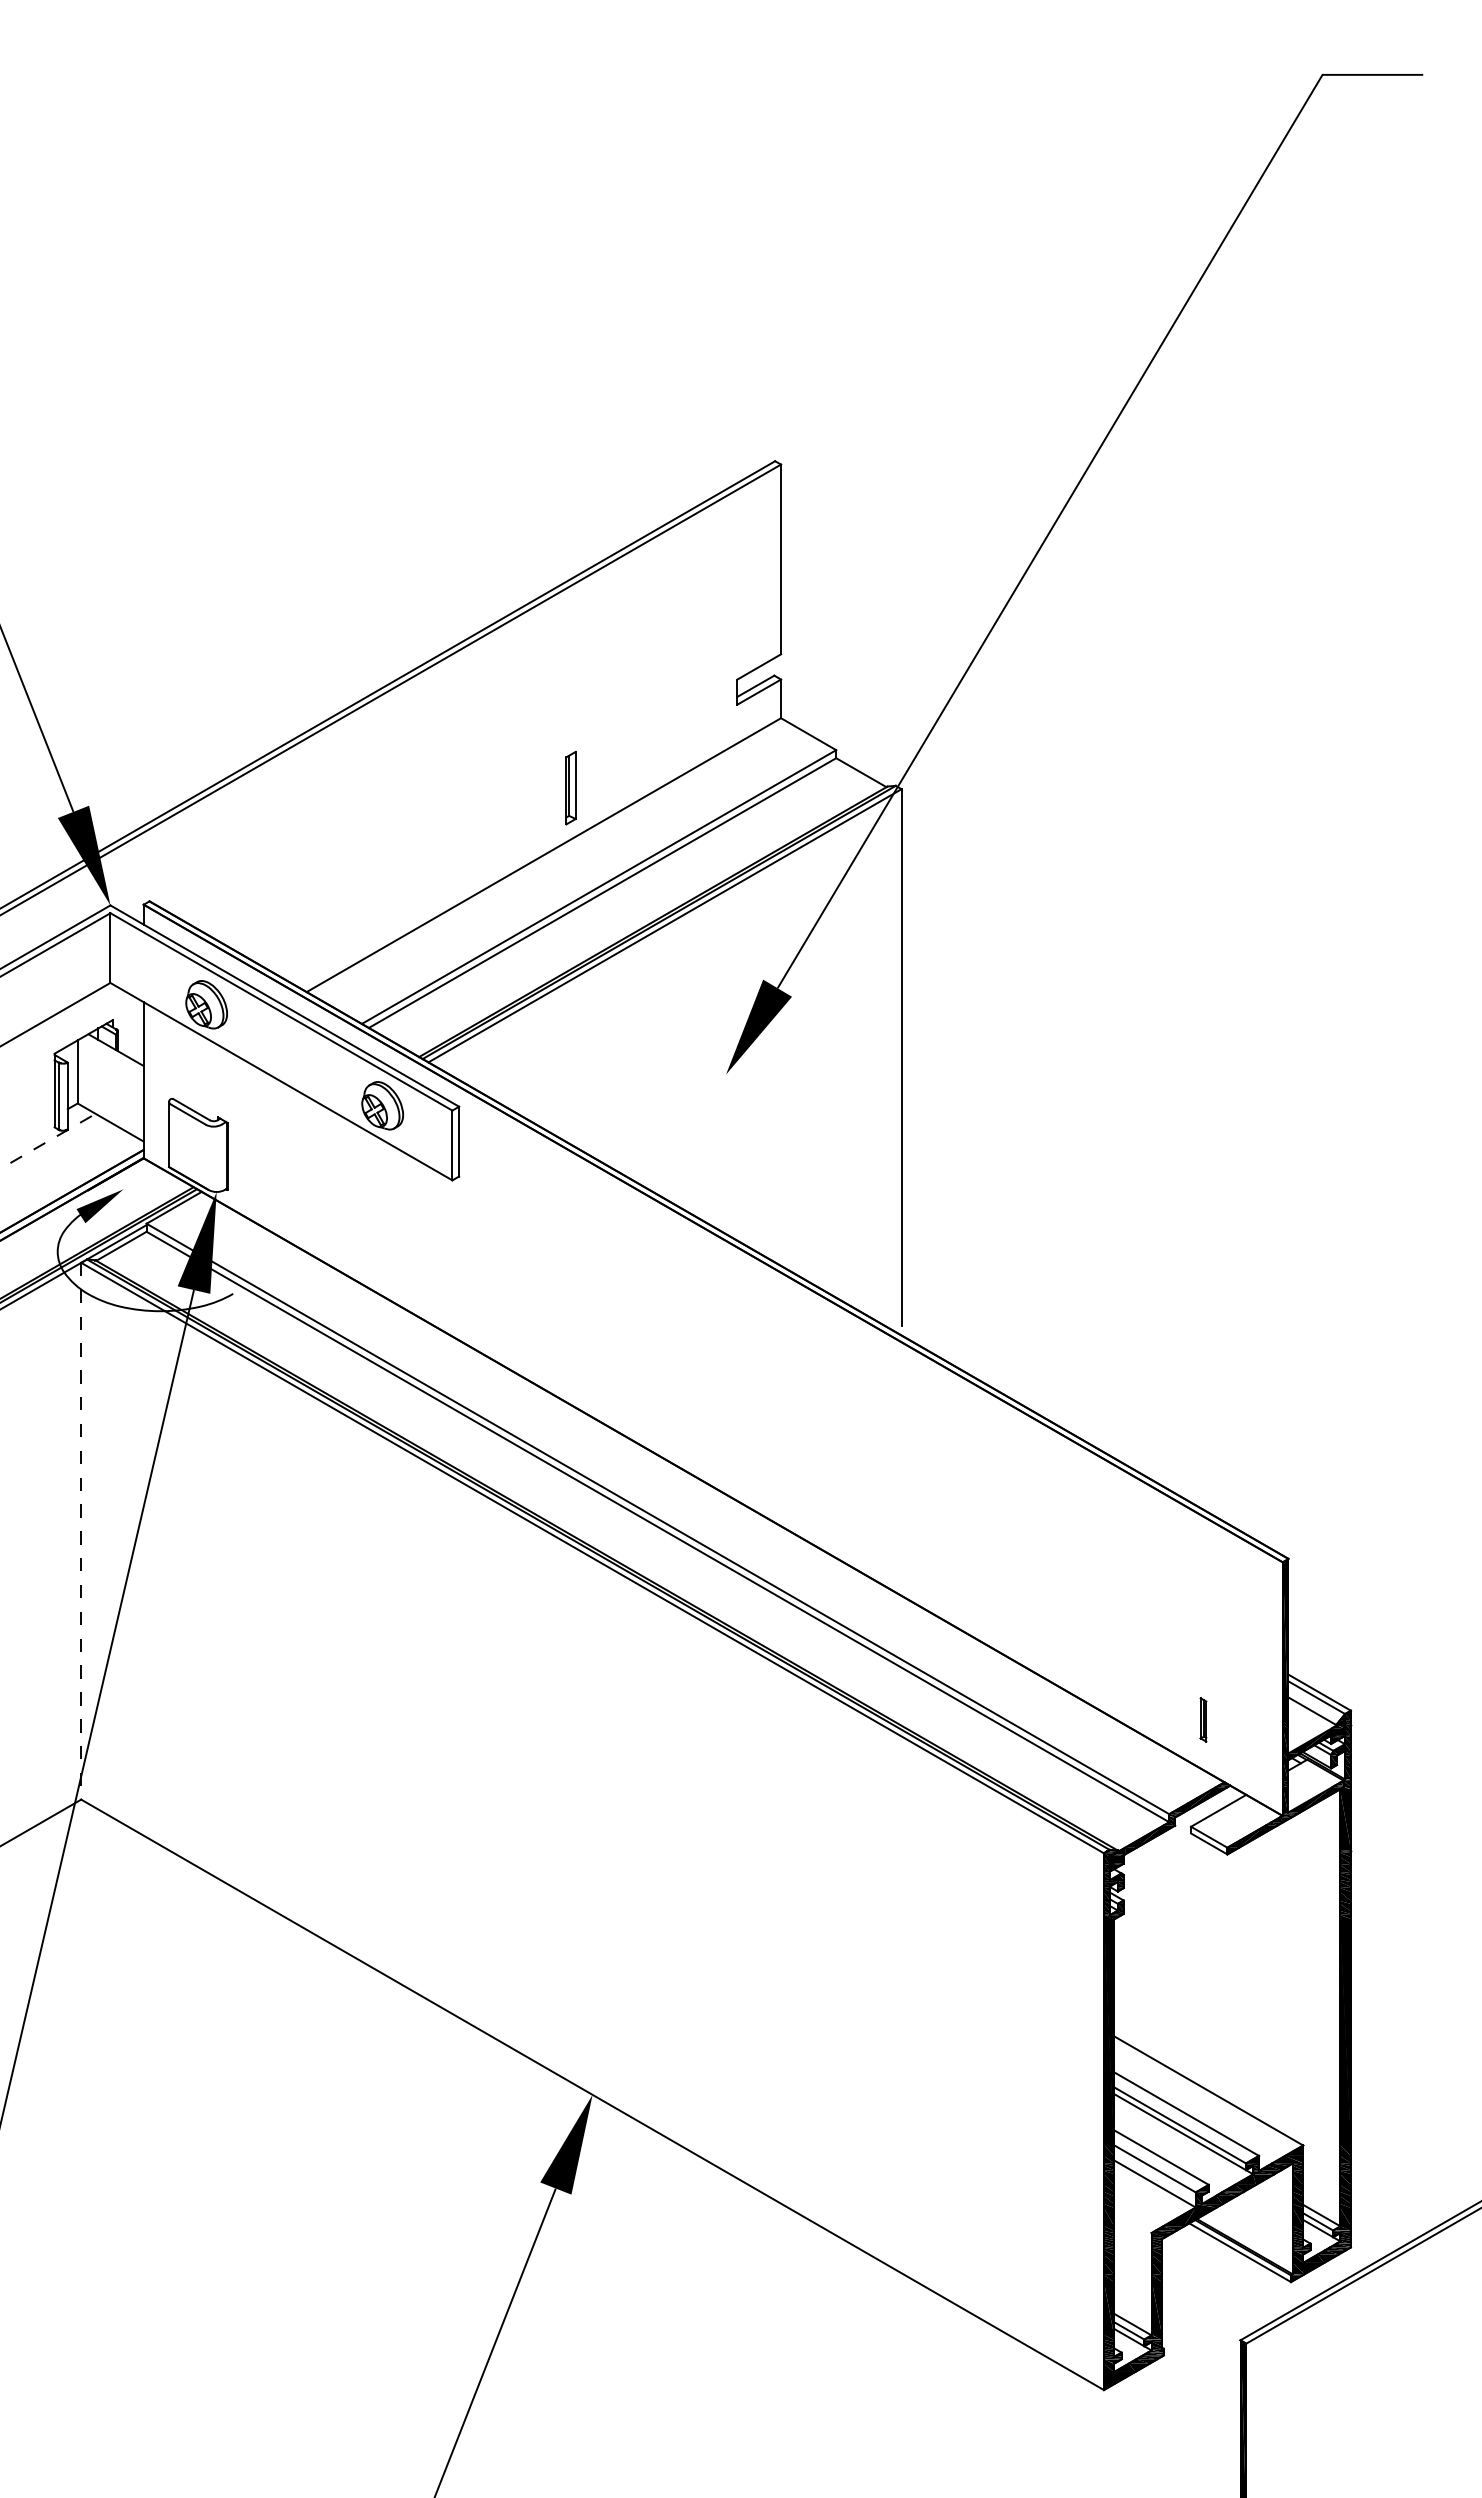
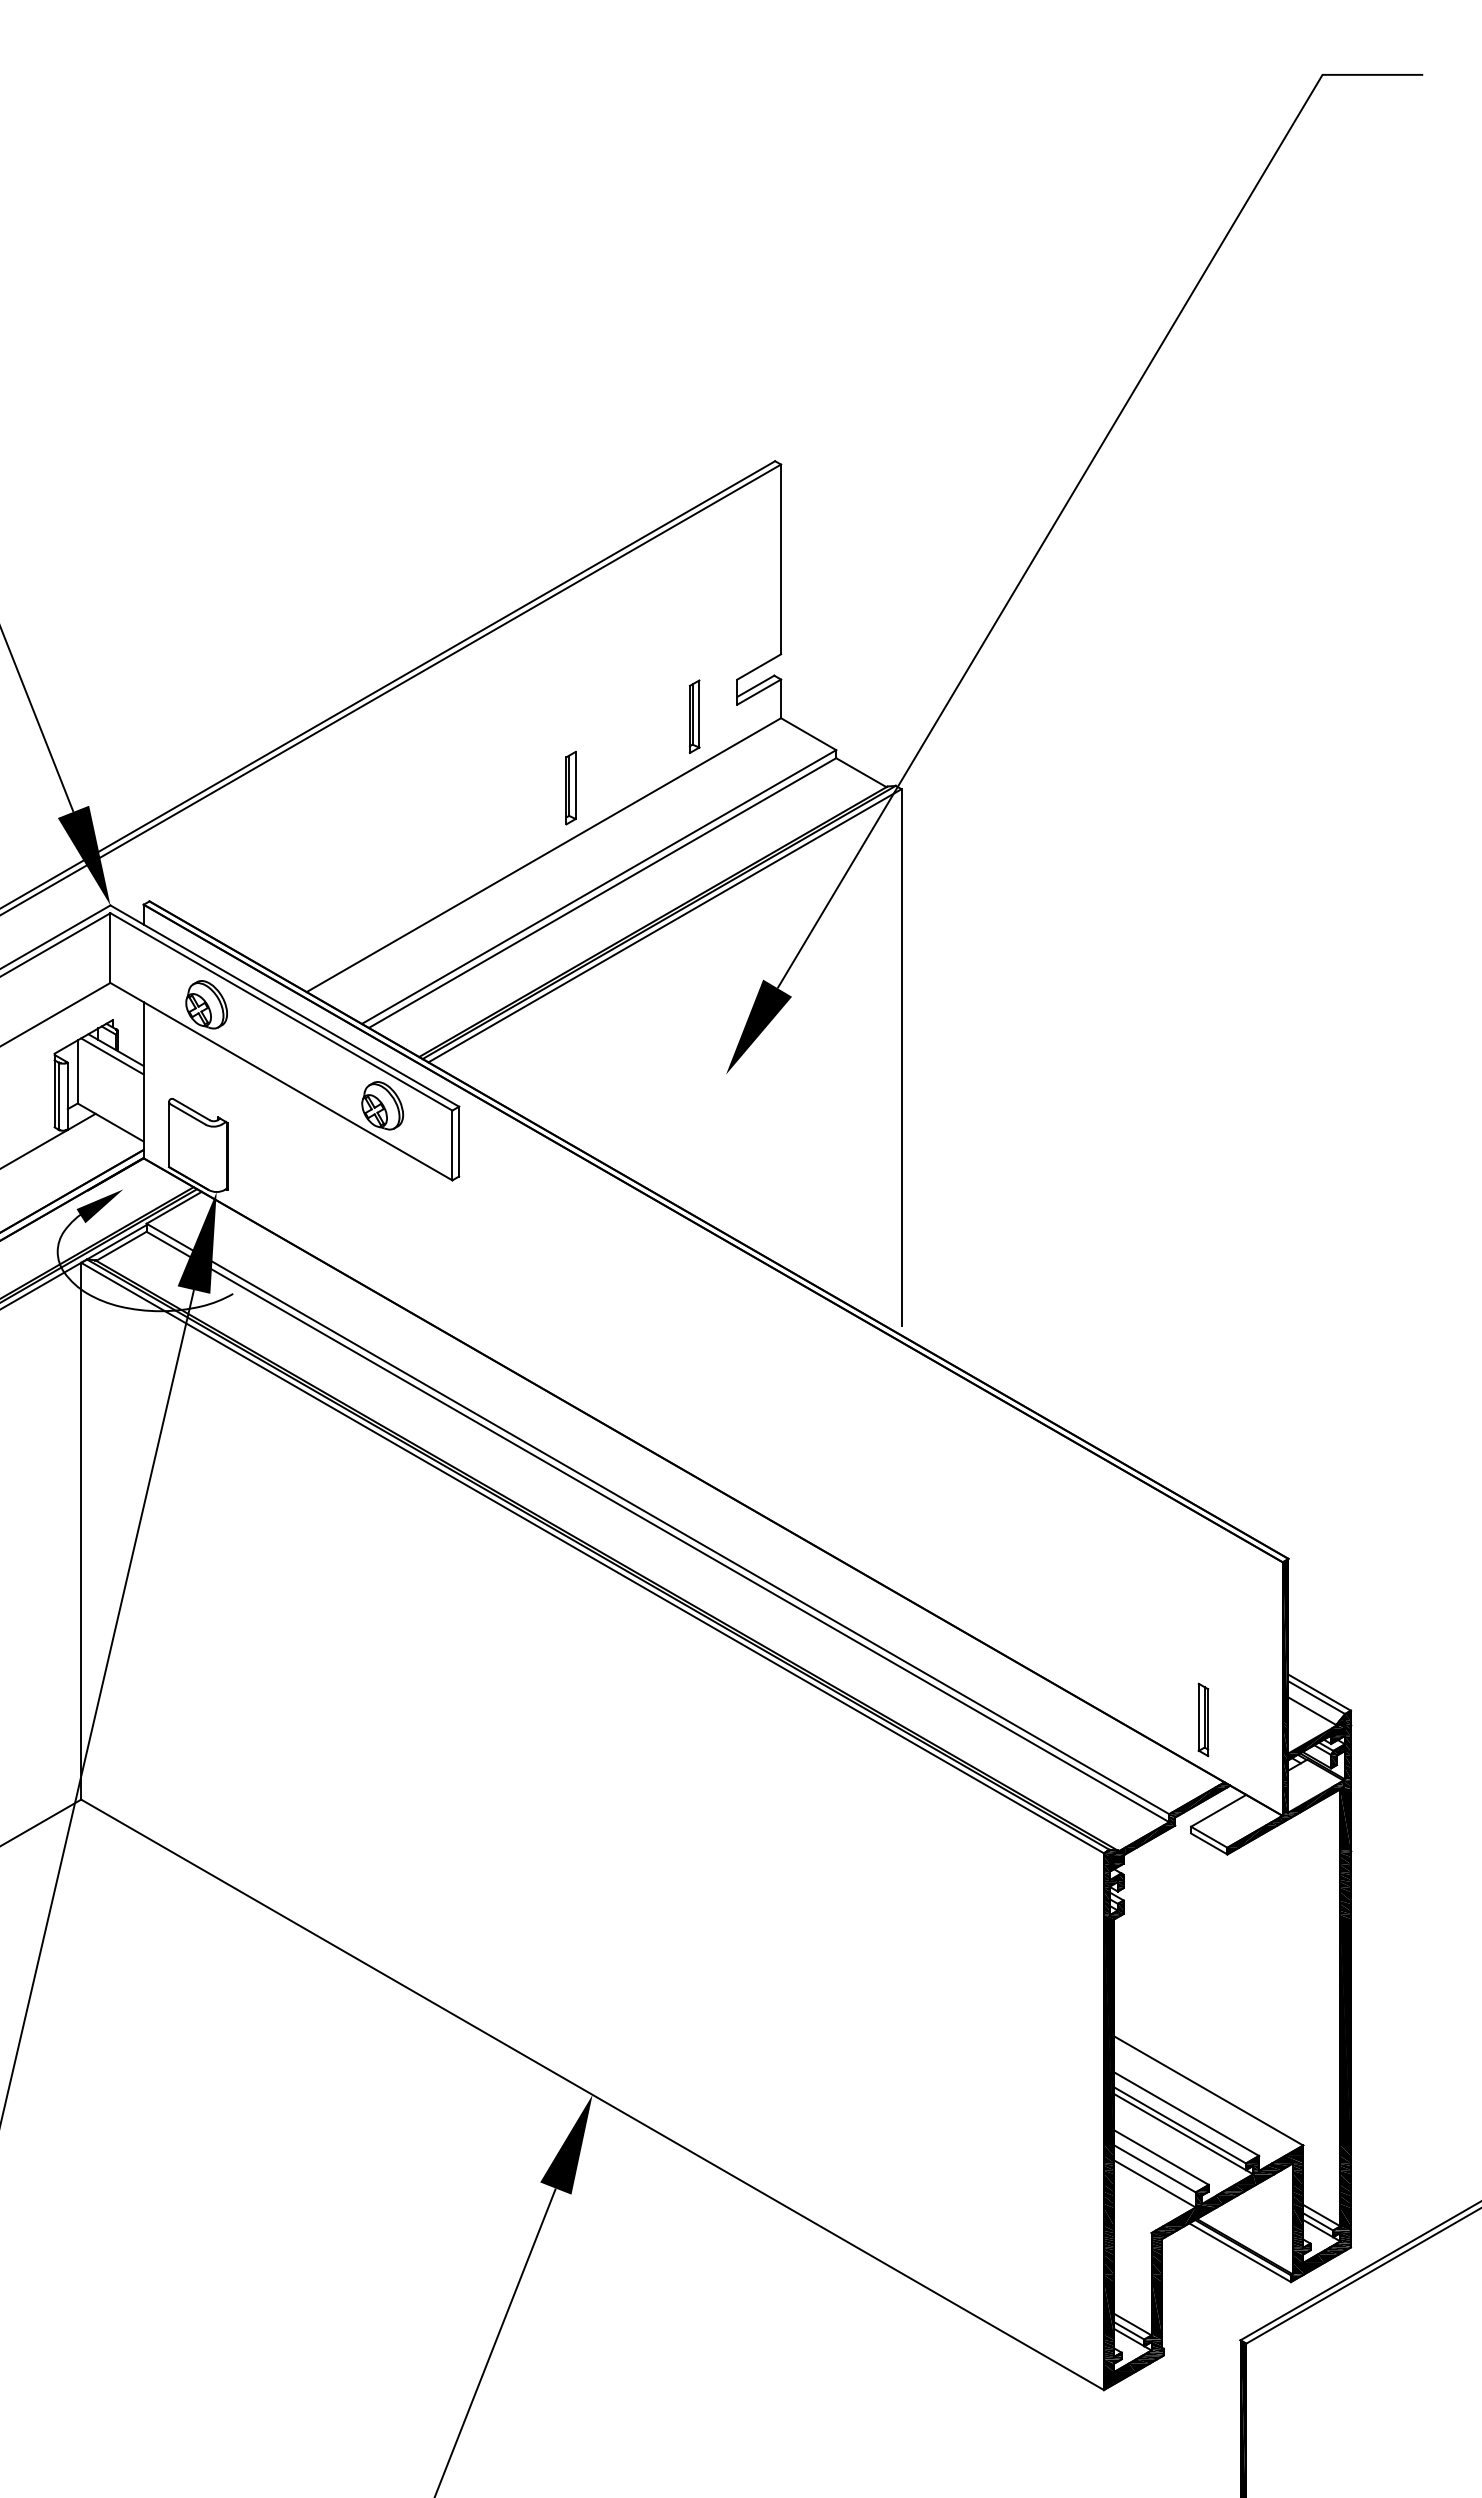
part at (694, 716): none -> present
line at (112, 1056): none -> present
line at (48, 1141): dashed -> solid
line at (81, 1531): dashed -> solid
part at (1203, 1719) size: 9x46 px -> 13x76 px
